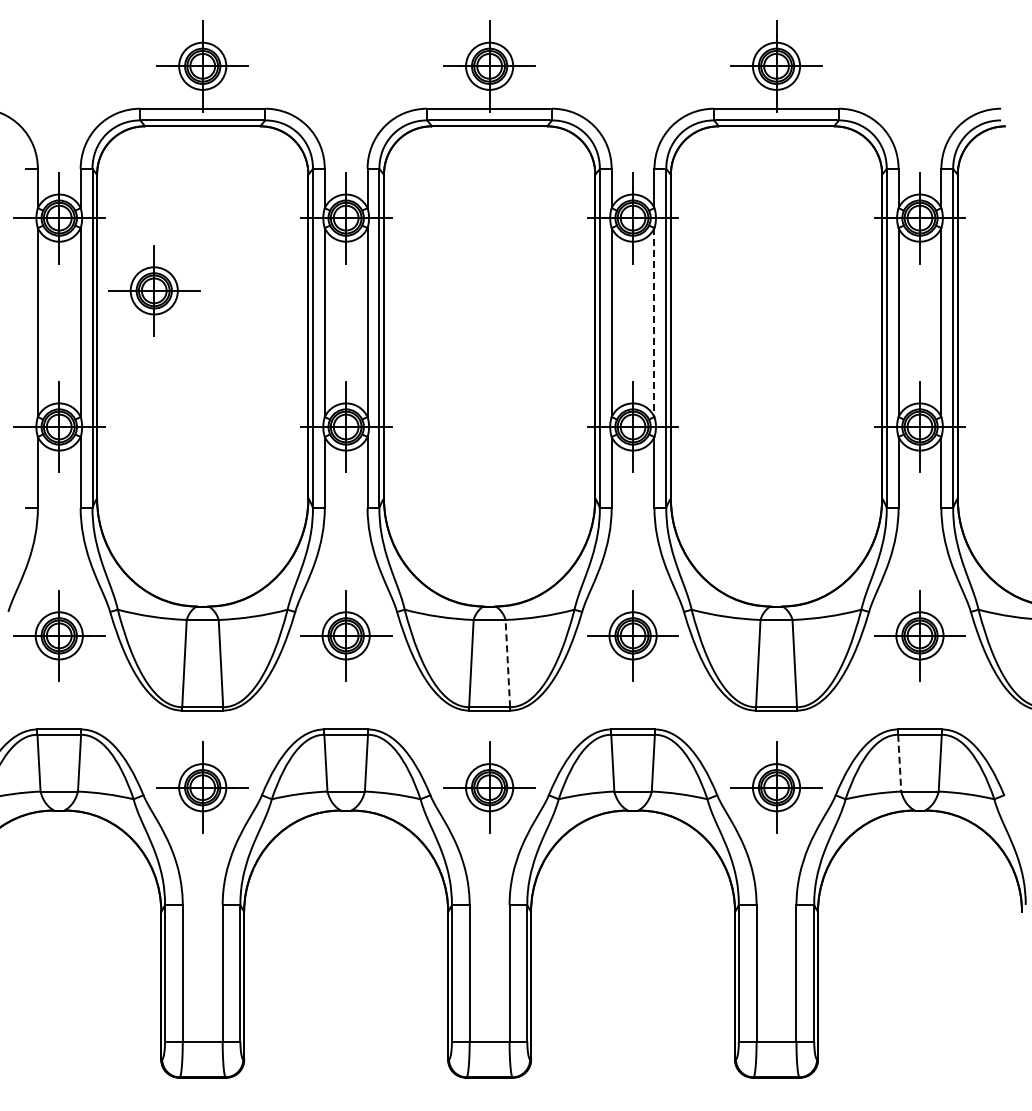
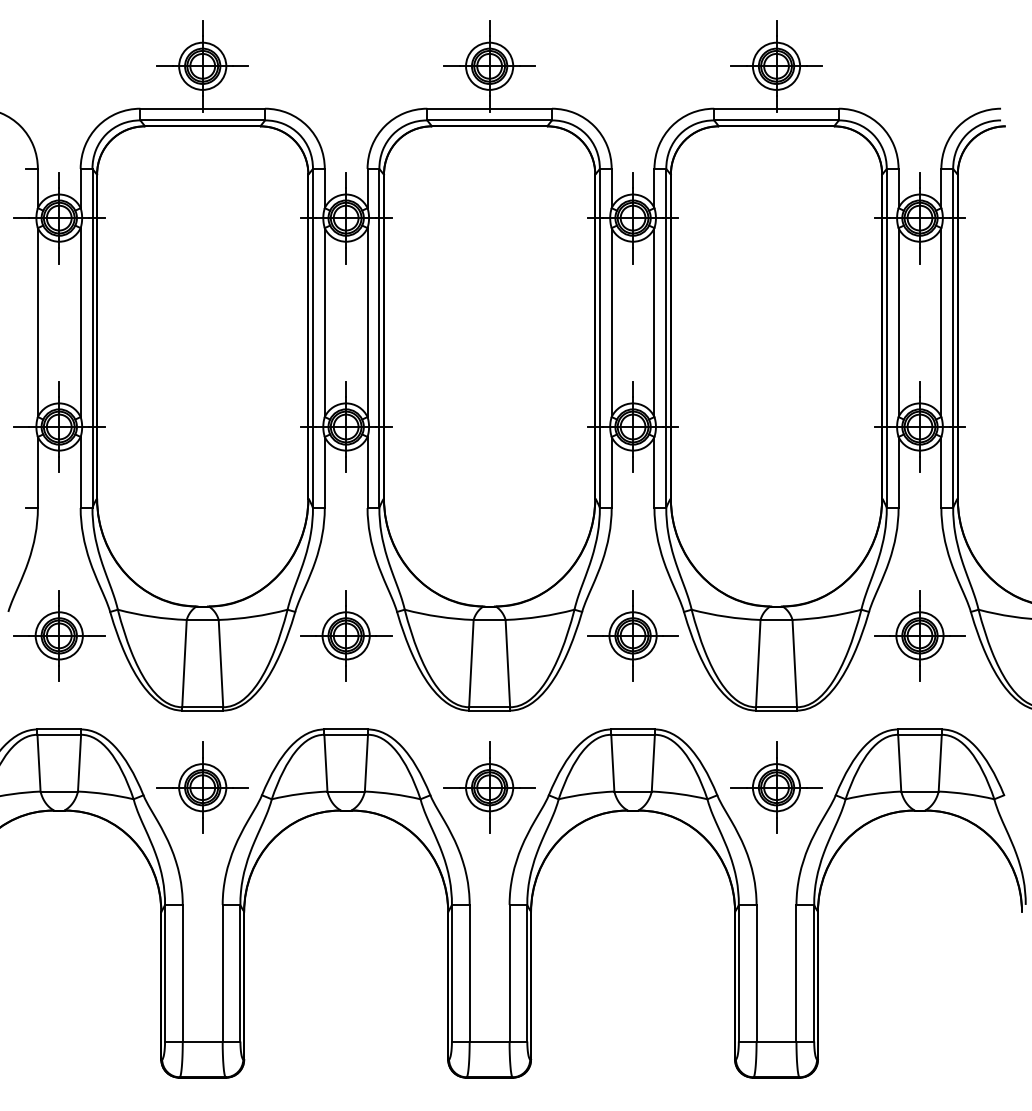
part at (154, 290): present -> none
line at (654, 323): dashed -> solid
line at (507, 663): dashed -> solid
line at (899, 763): dashed -> solid
